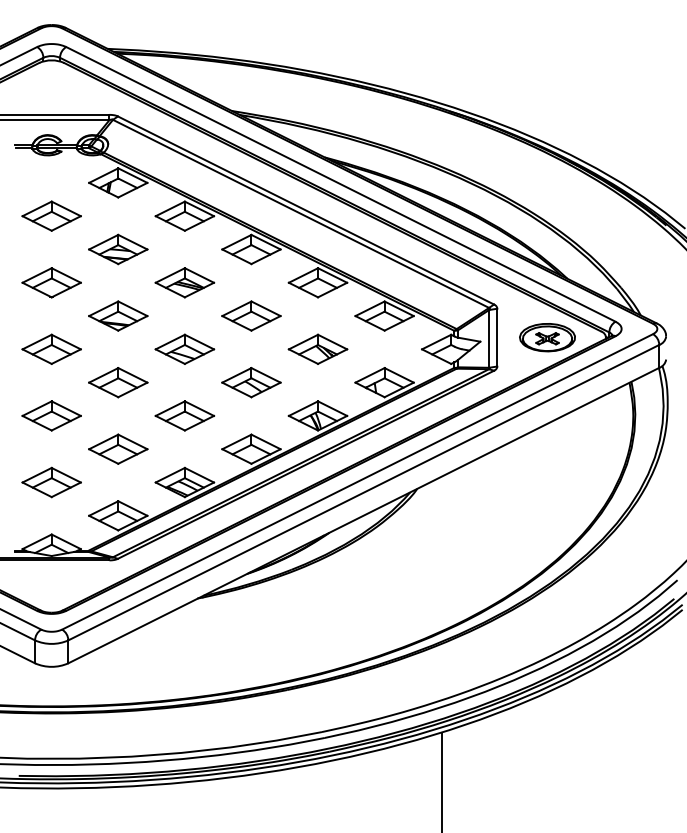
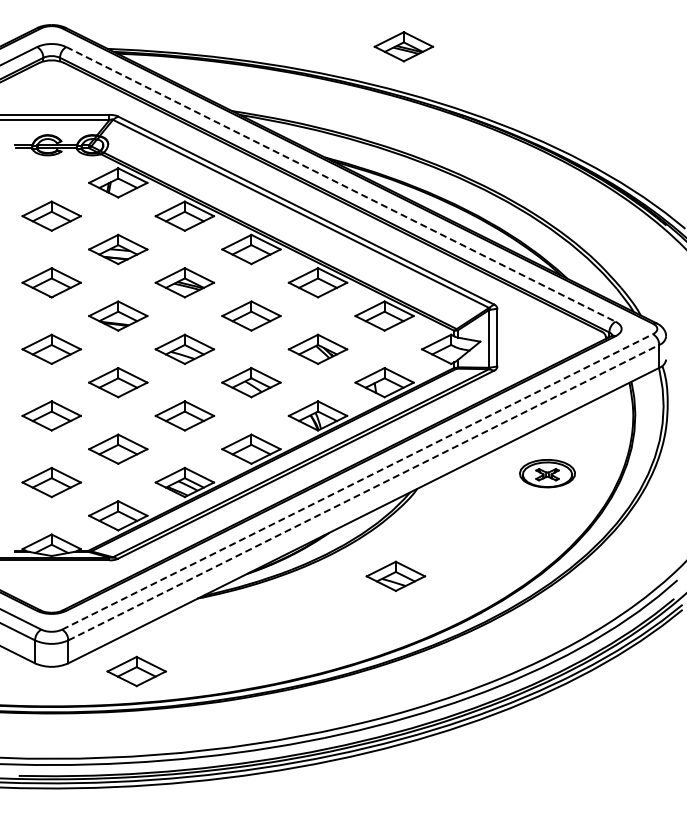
part at (403, 46): none -> present
line at (341, 184): solid -> dashed
part at (547, 337) position: (547, 337) -> (547, 473)
line at (358, 481): solid -> dashed
line at (364, 492): solid -> dashed
part at (395, 575): none -> present
part at (136, 671): none -> present
line at (441, 780): present -> none
